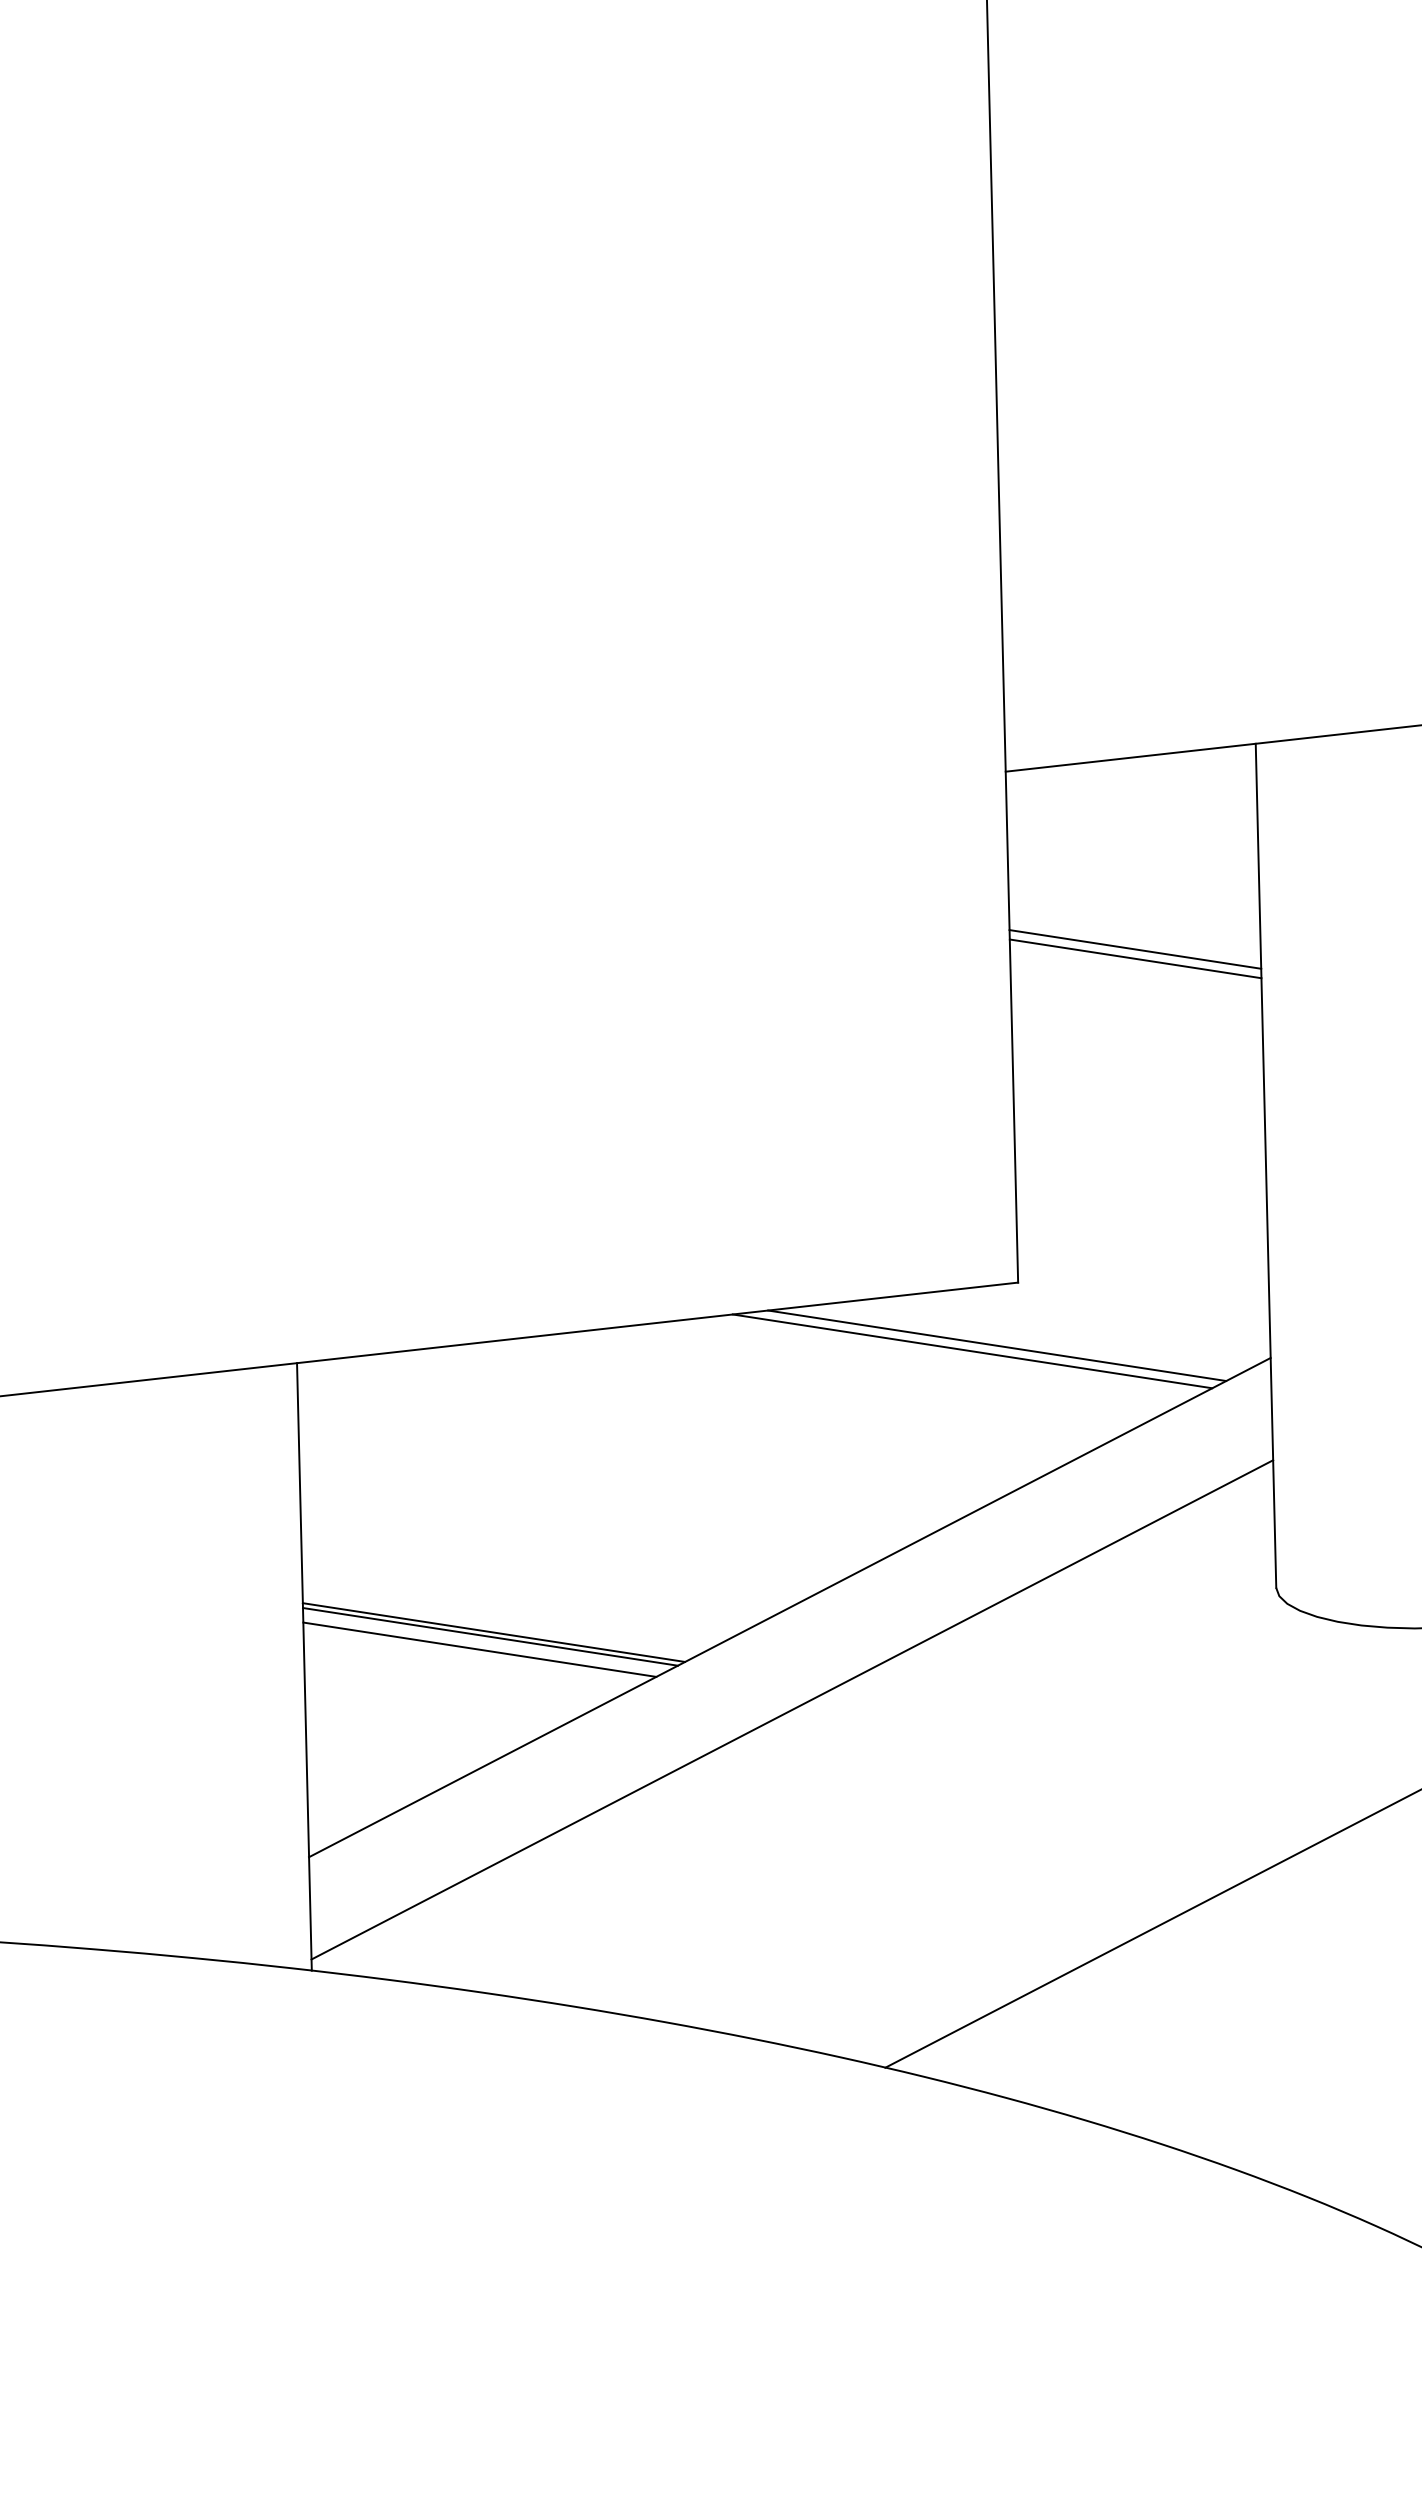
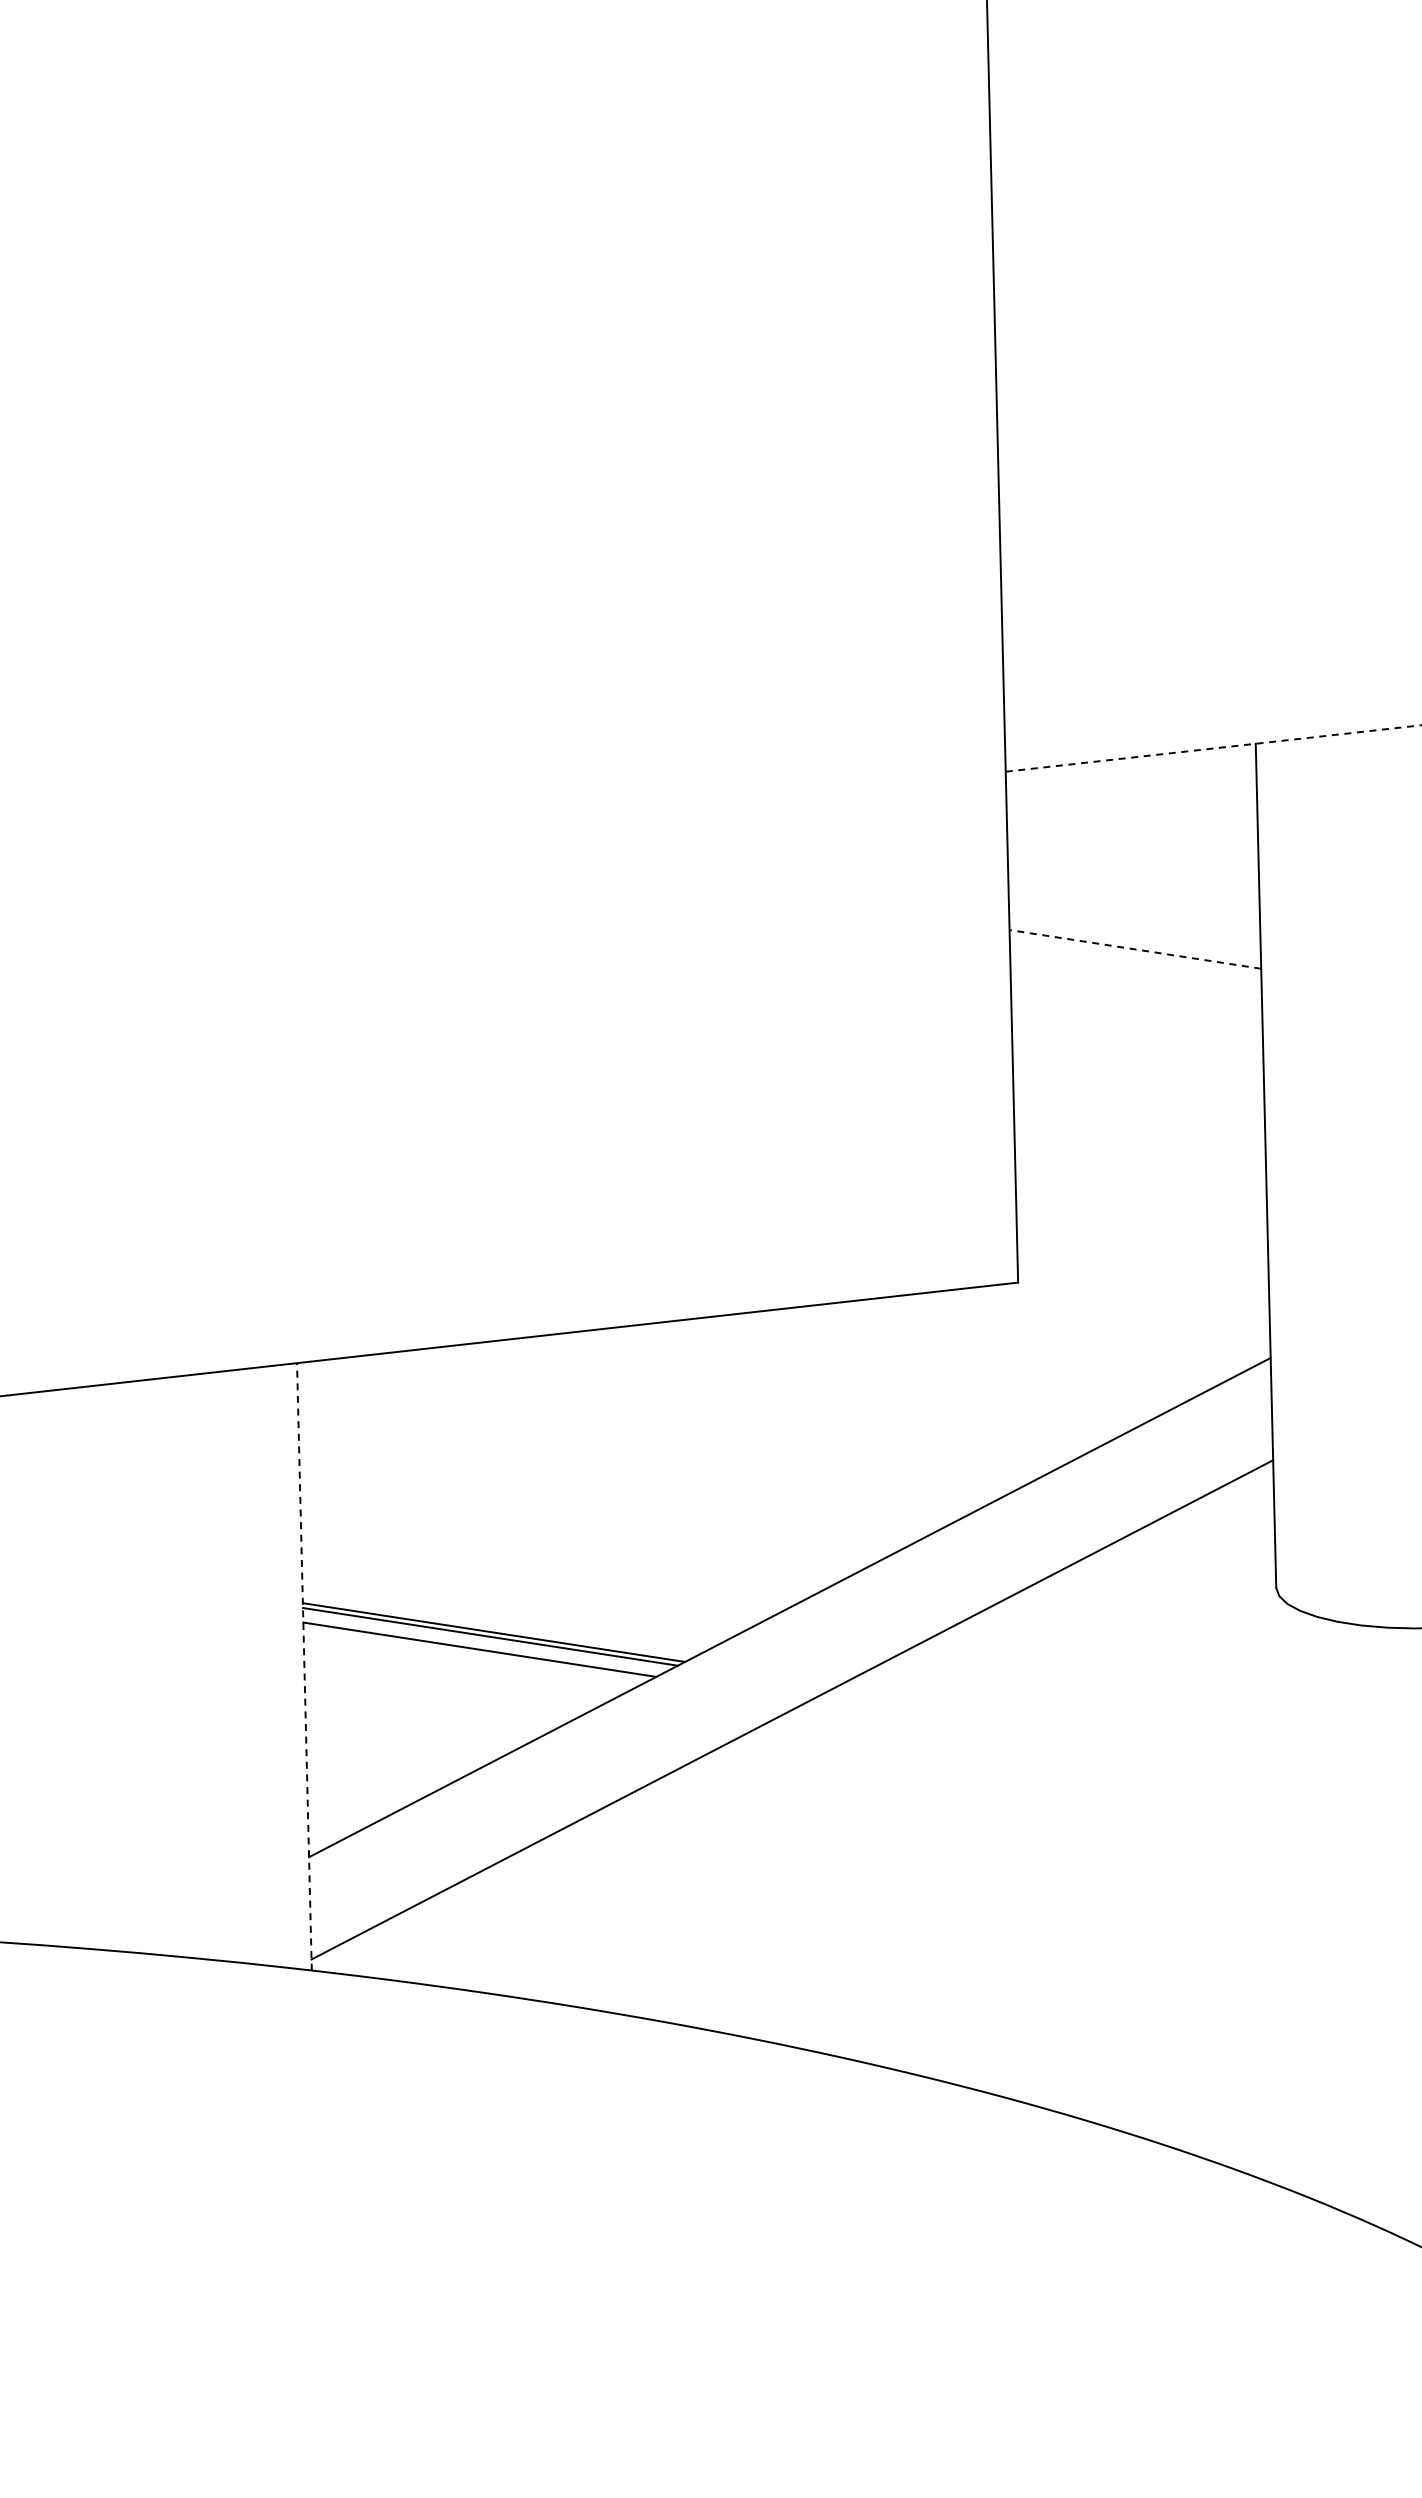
line at (1214, 748): solid -> dashed
line at (1134, 949): solid -> dashed
line at (1135, 958): present -> none
line at (997, 1345): present -> none
line at (972, 1351): present -> none
line at (304, 1666): solid -> dashed
line at (1151, 1928): present -> none
